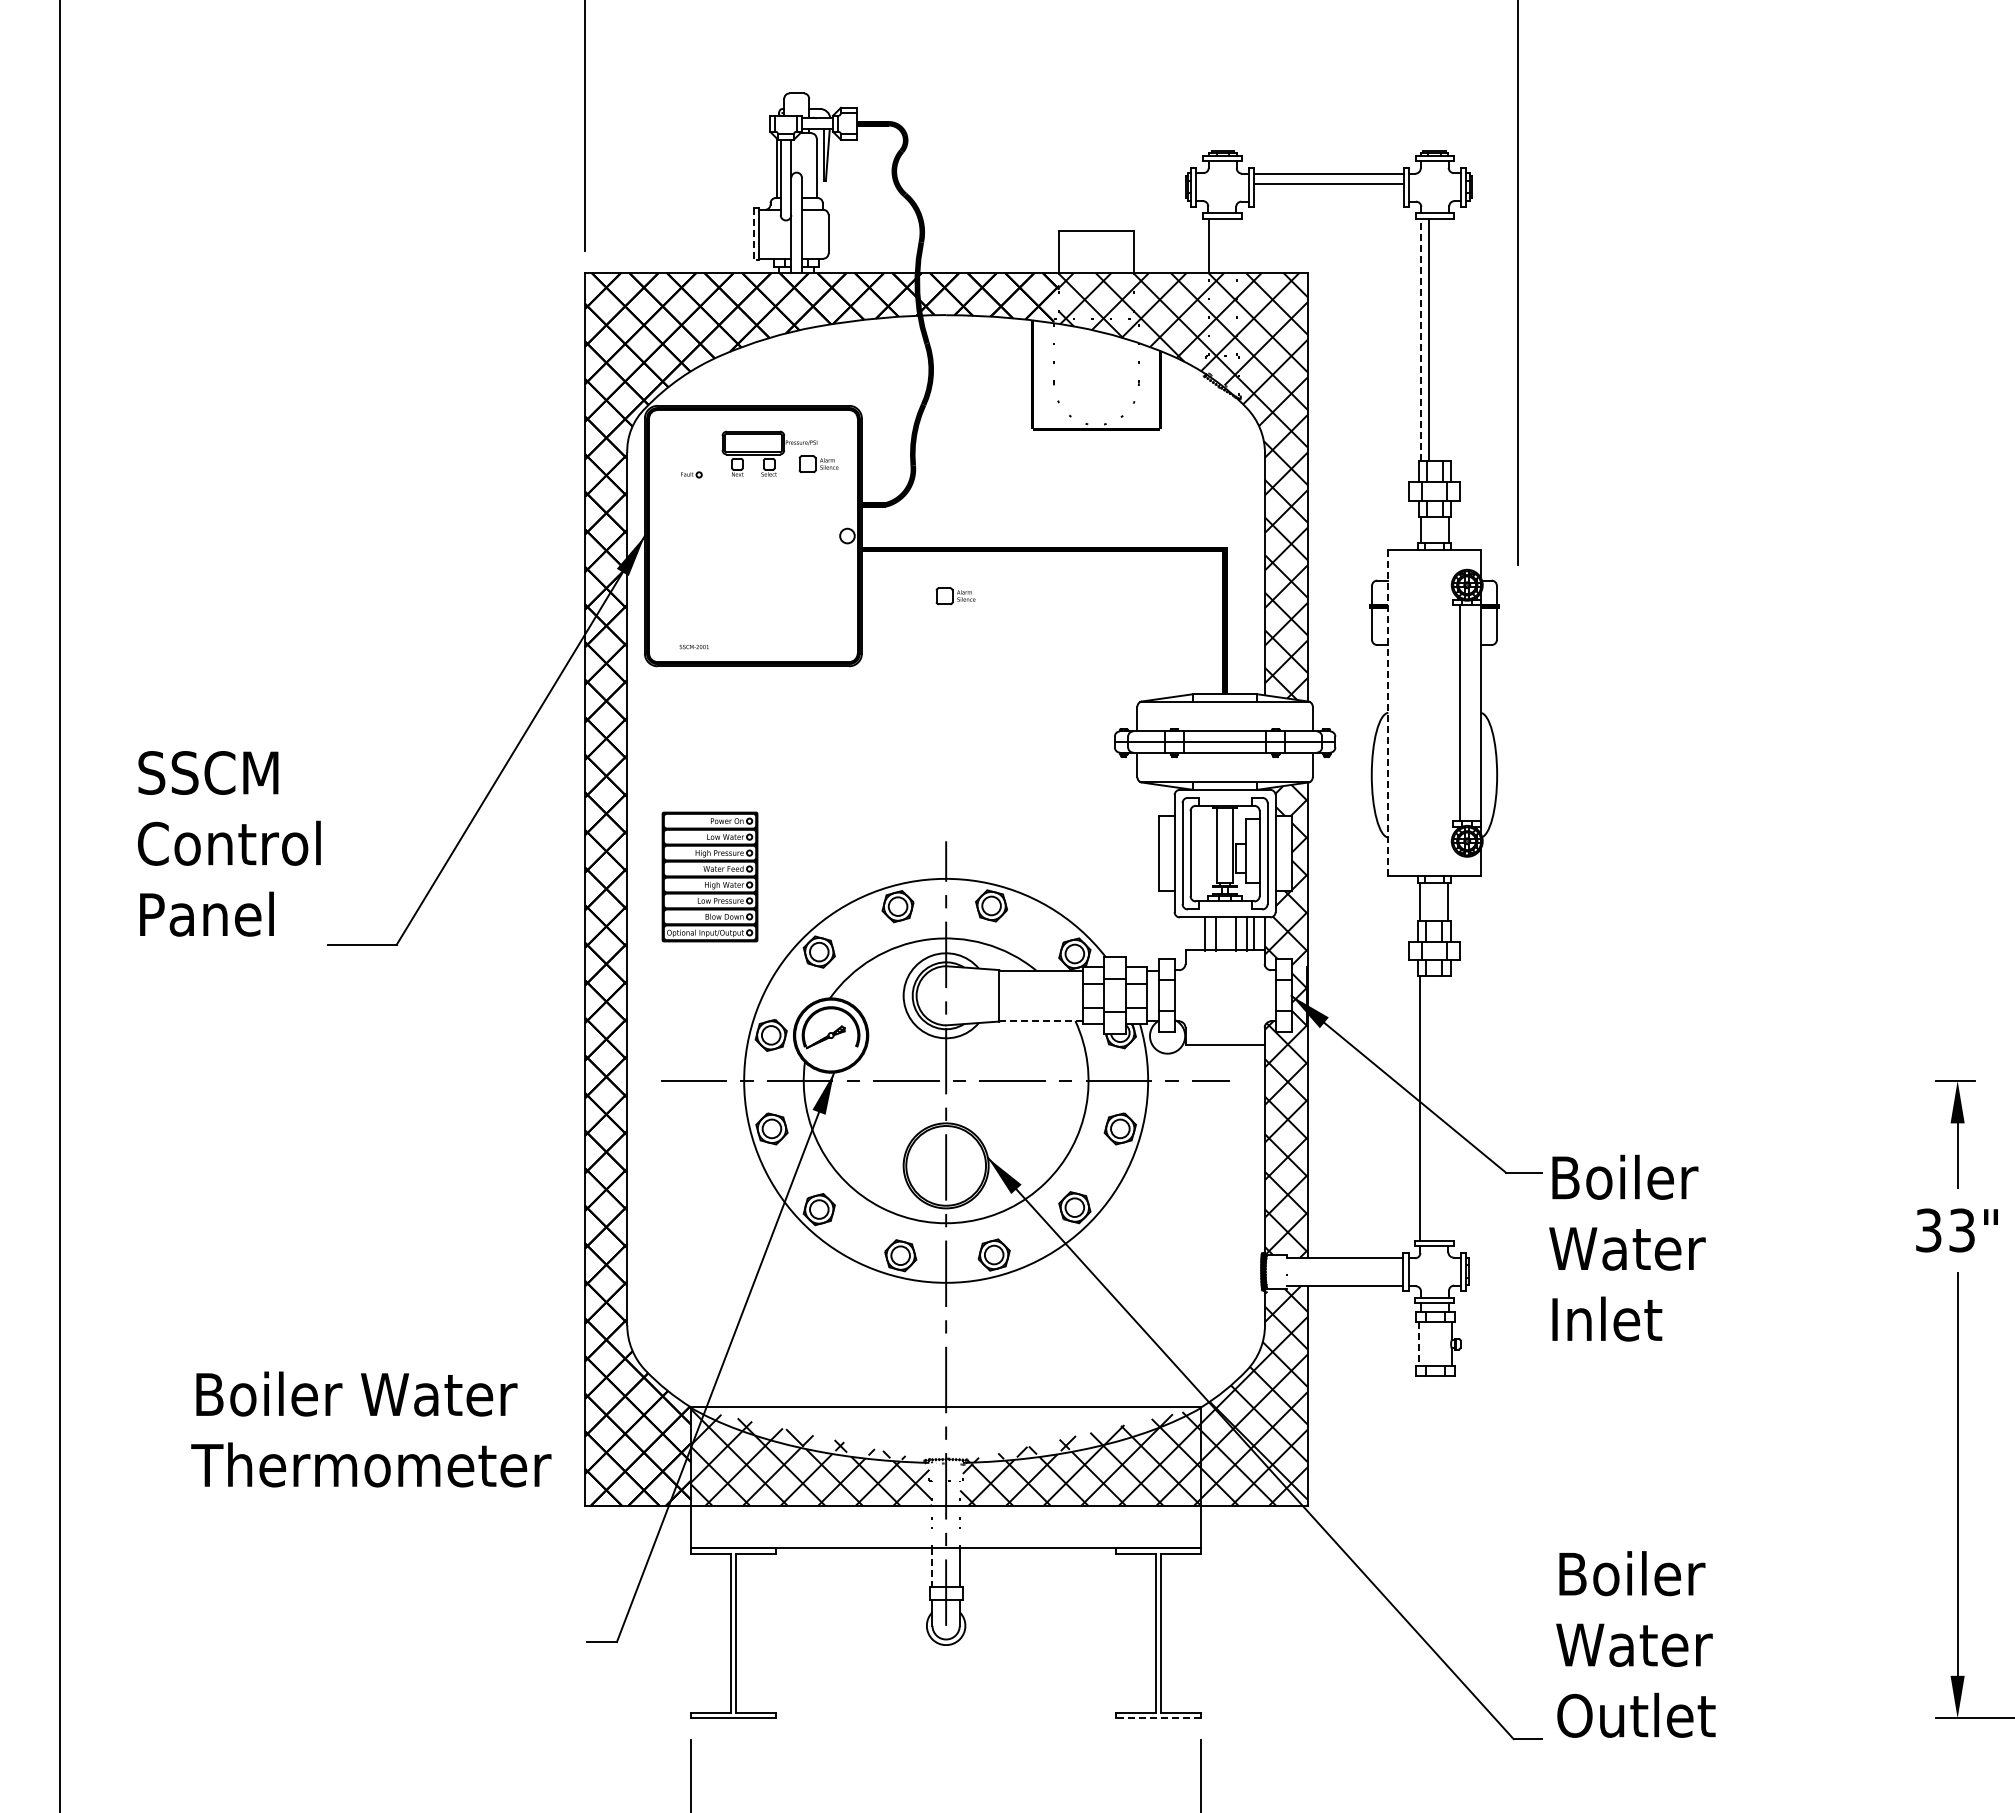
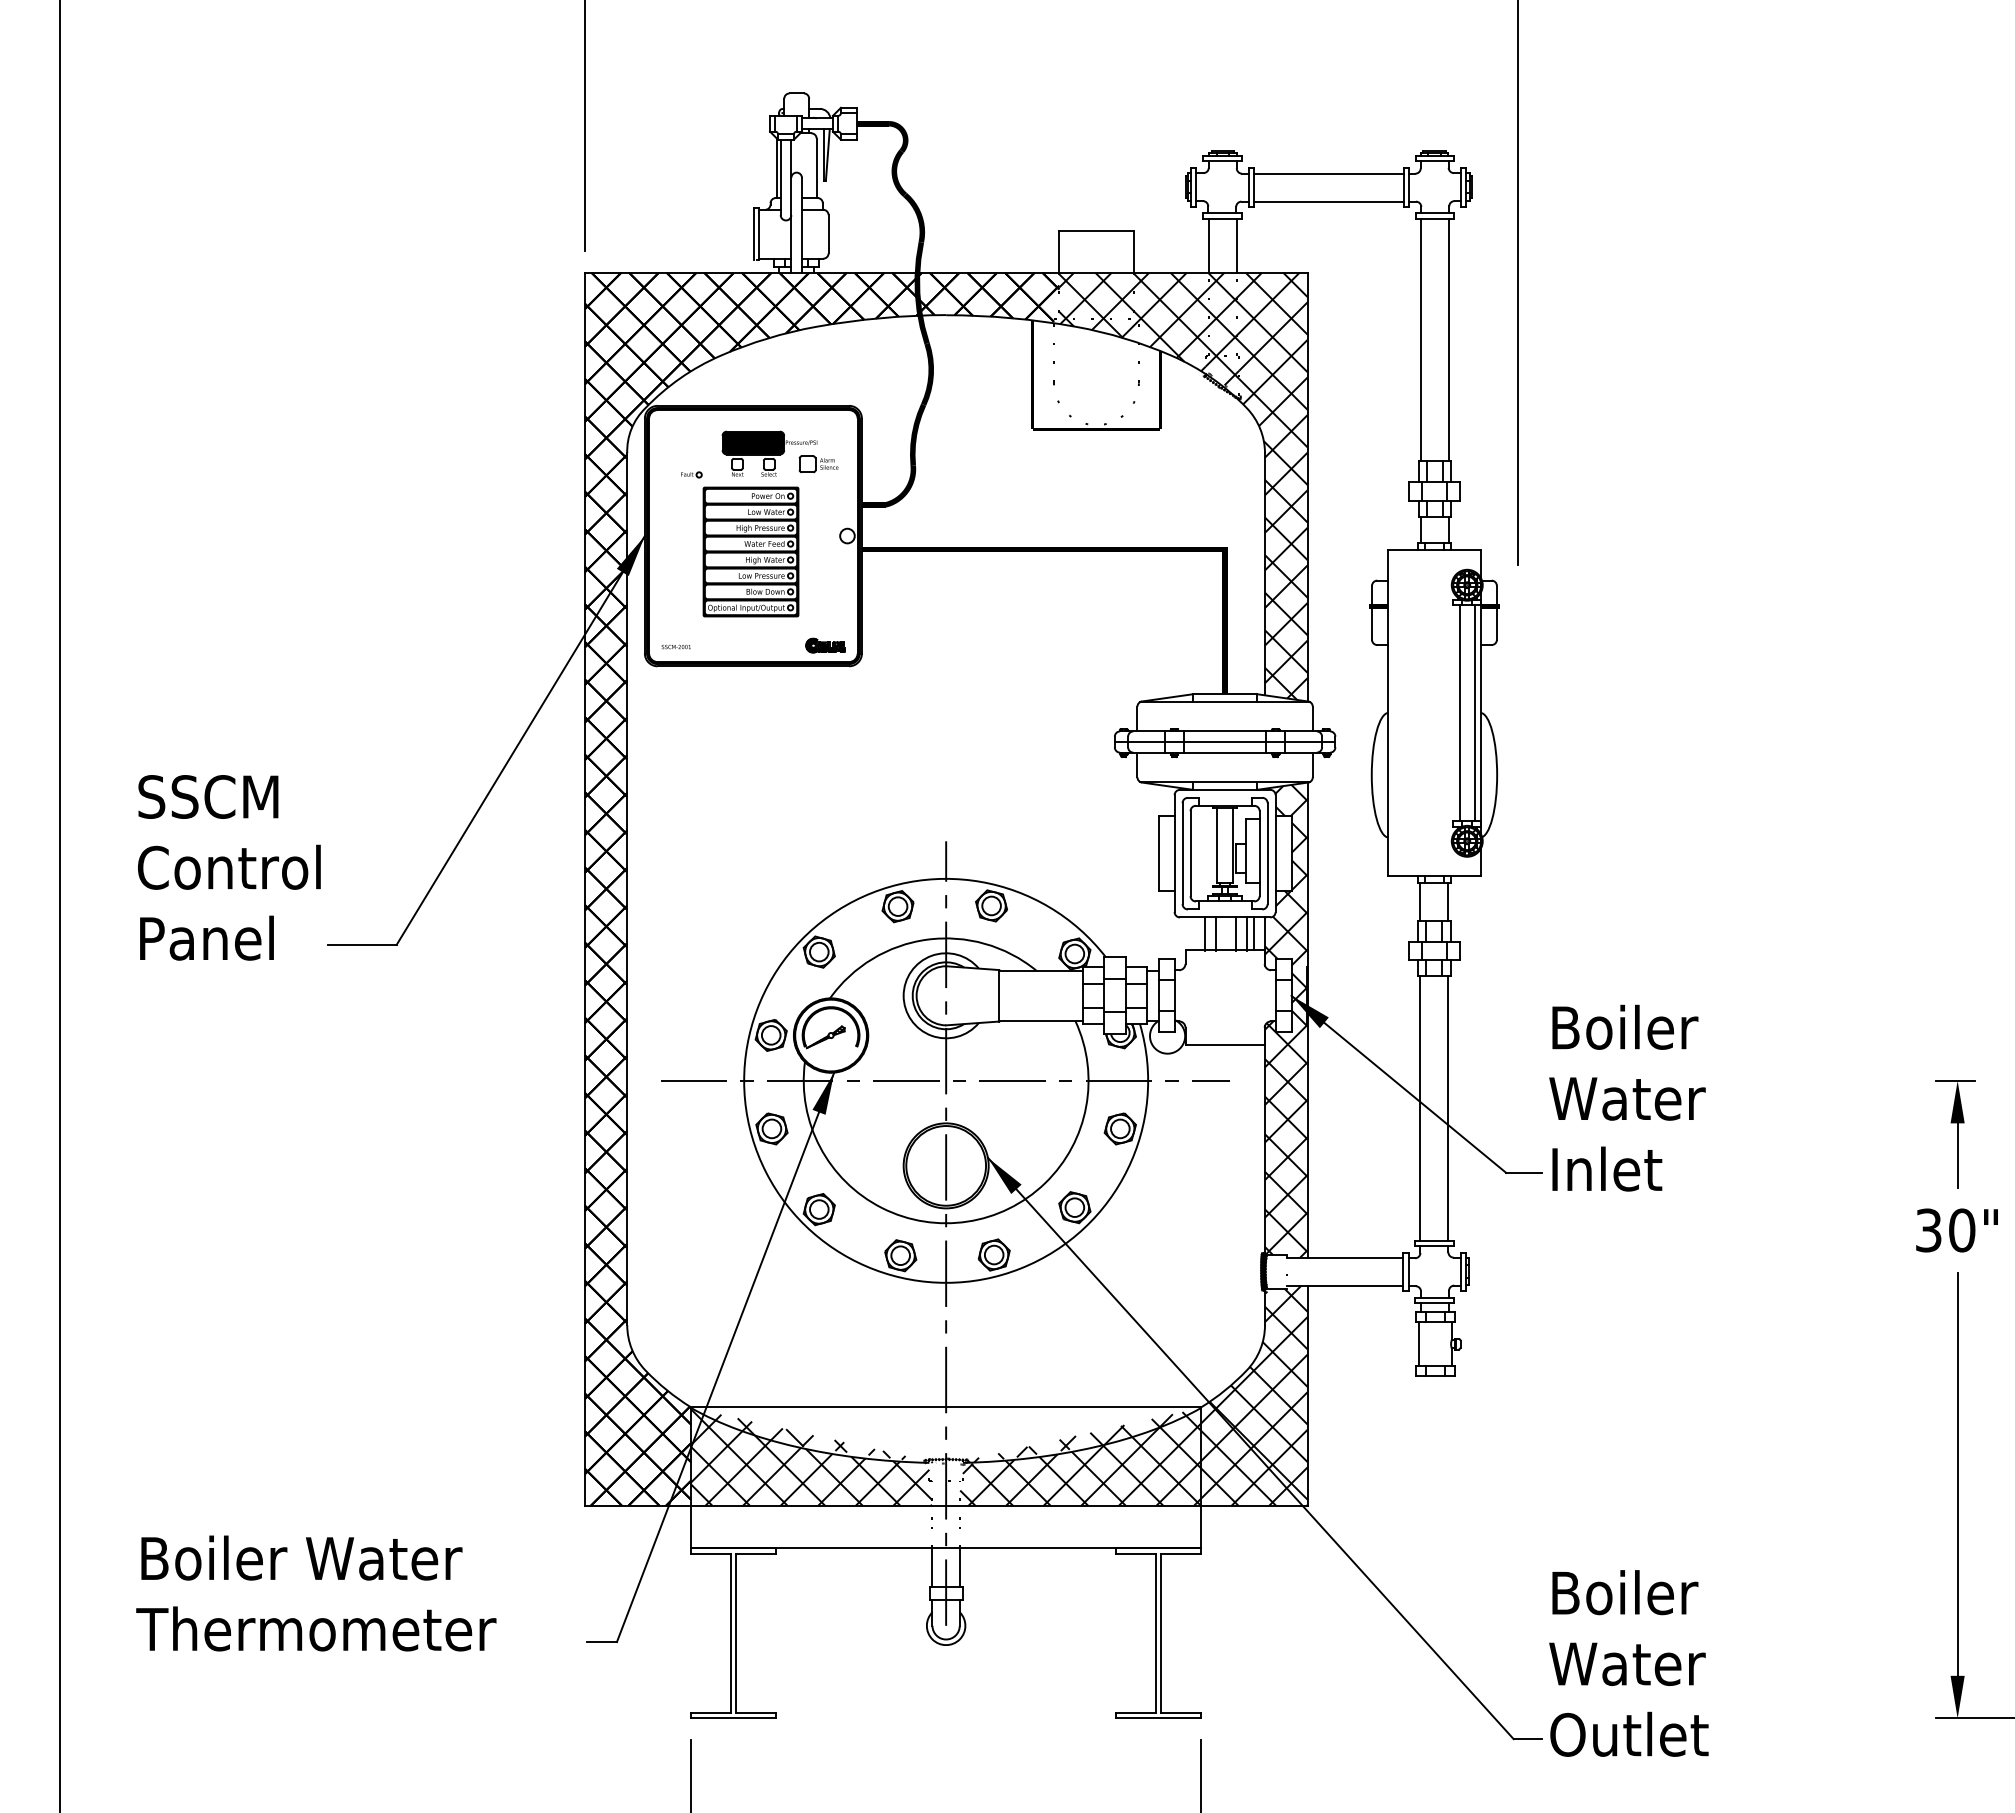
line at (1328, 183) position: (1328, 183) -> (1328, 201)
line at (754, 234): dashed -> solid
line at (1236, 245): none -> present
line at (1420, 339): dashed -> solid
line at (1428, 339) position: (1428, 339) -> (1448, 339)
fill at (753, 442): none -> present
part at (955, 596): present -> none
part at (825, 645): none -> present
text at (693, 646) position: (693, 646) -> (675, 646)
line at (1388, 712): dashed -> solid
line at (1474, 713): none -> present
text at (229, 843) position: (229, 843) -> (229, 867)
part at (709, 876) position: (709, 876) -> (750, 551)
line at (1041, 1021): dashed -> solid
line at (1448, 1108): none -> present
text at (1962, 1230): 33" -> 30"
text at (1627, 1247) position: (1627, 1247) -> (1627, 1097)
line at (1419, 1344): dashed -> solid
text at (371, 1429) position: (371, 1429) -> (316, 1593)
line at (931, 1567): dashed -> solid
text at (1635, 1644) position: (1635, 1644) -> (1628, 1663)
line at (1158, 1718): dashed -> solid
